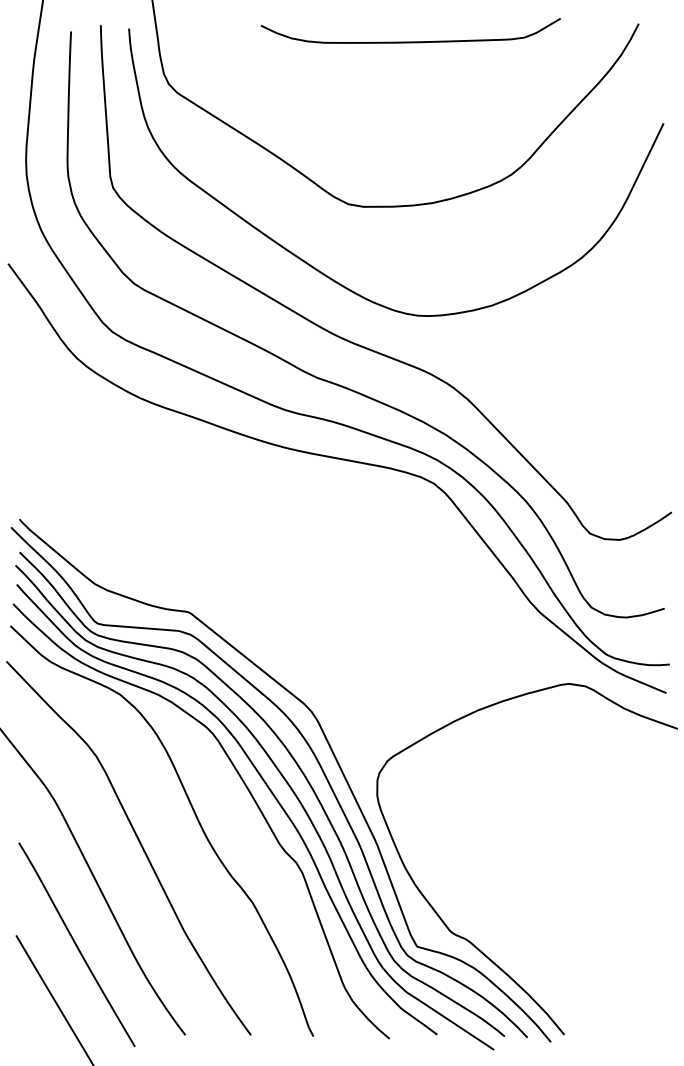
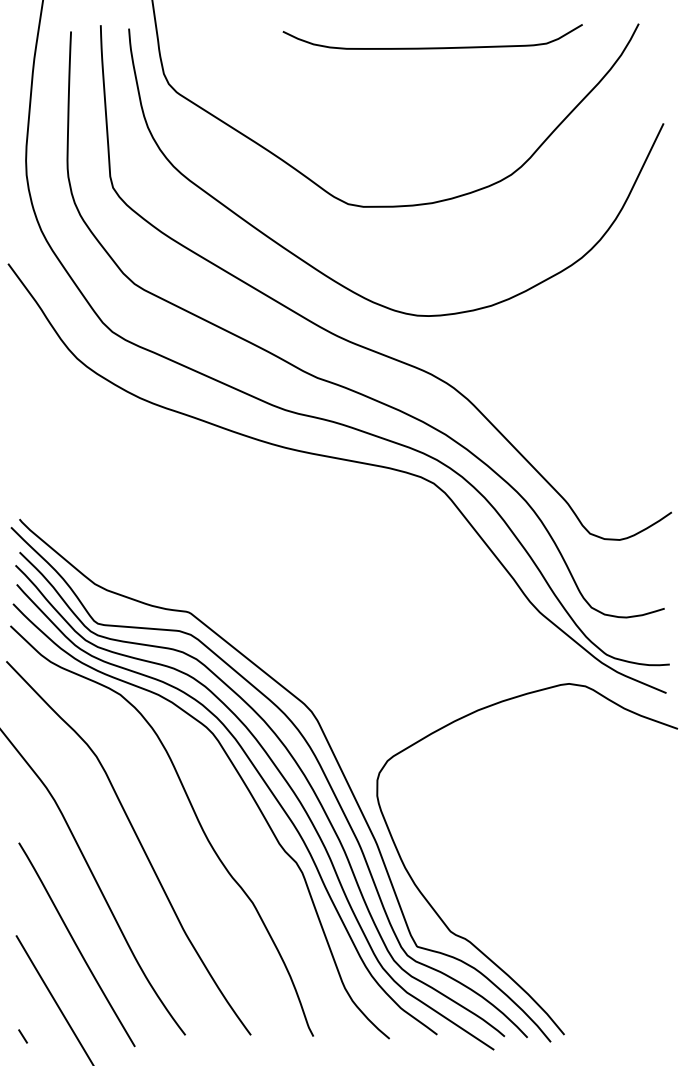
curve at (410, 41) position: (410, 41) -> (432, 47)
line at (22, 1036): none -> present
